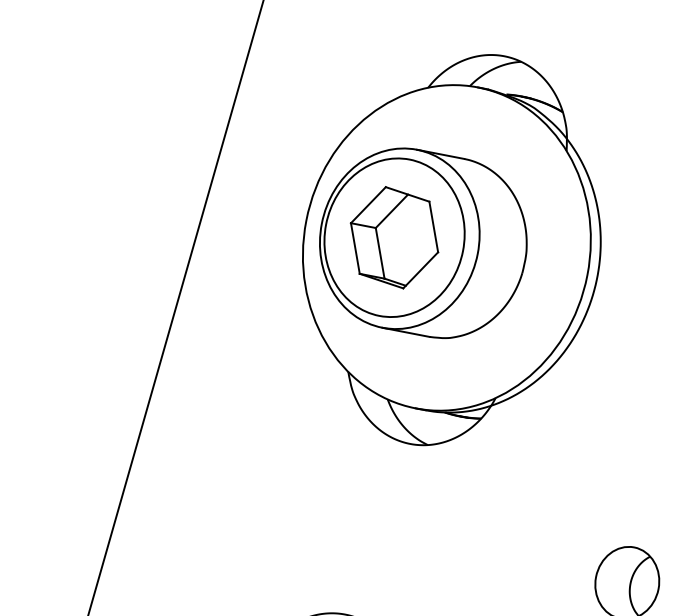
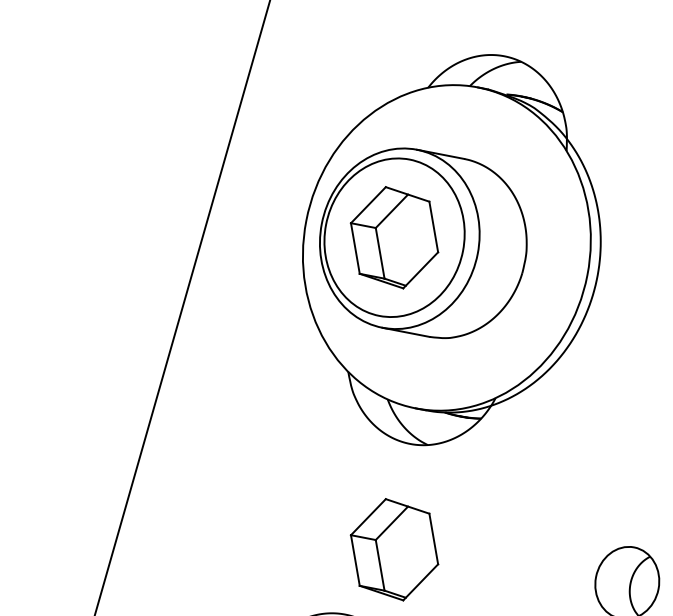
line at (175, 307) position: (175, 307) -> (182, 307)
part at (394, 549): none -> present
